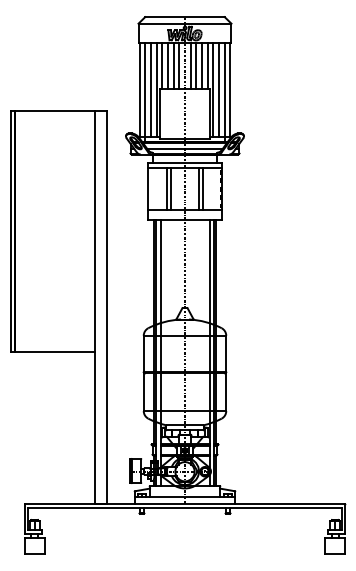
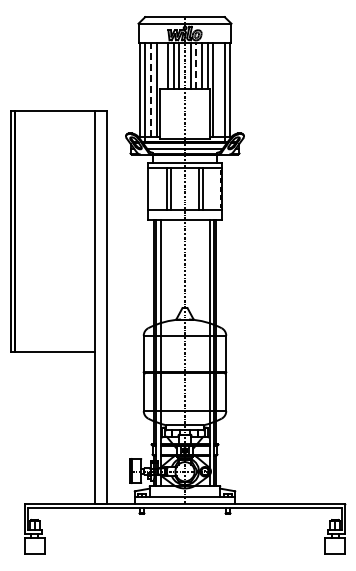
line at (162, 66): present -> none
line at (196, 66): solid -> dashed
line at (151, 89): solid -> dashed
line at (218, 89): present -> none
